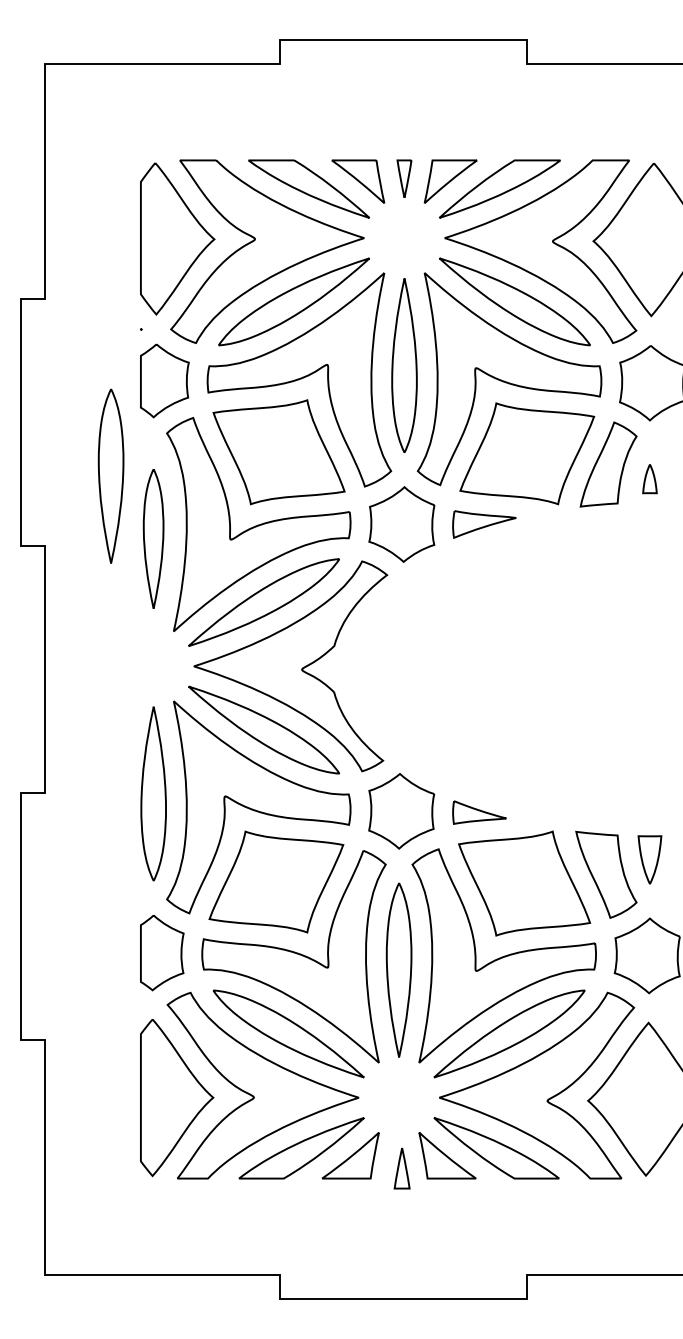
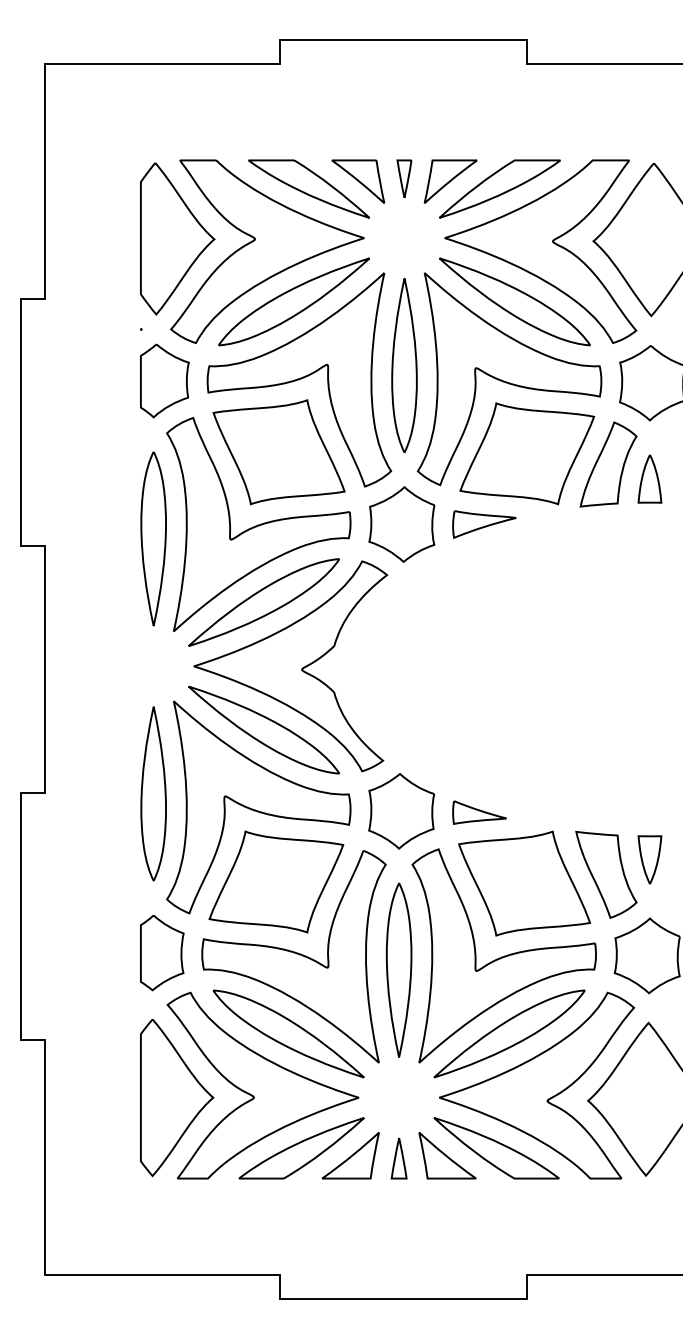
part at (110, 475): present -> none
part at (649, 479) size: 16x31 px -> 26x50 px
part at (153, 538) size: 23x140 px -> 27x176 px
part at (401, 1168) position: (401, 1168) -> (398, 1158)
